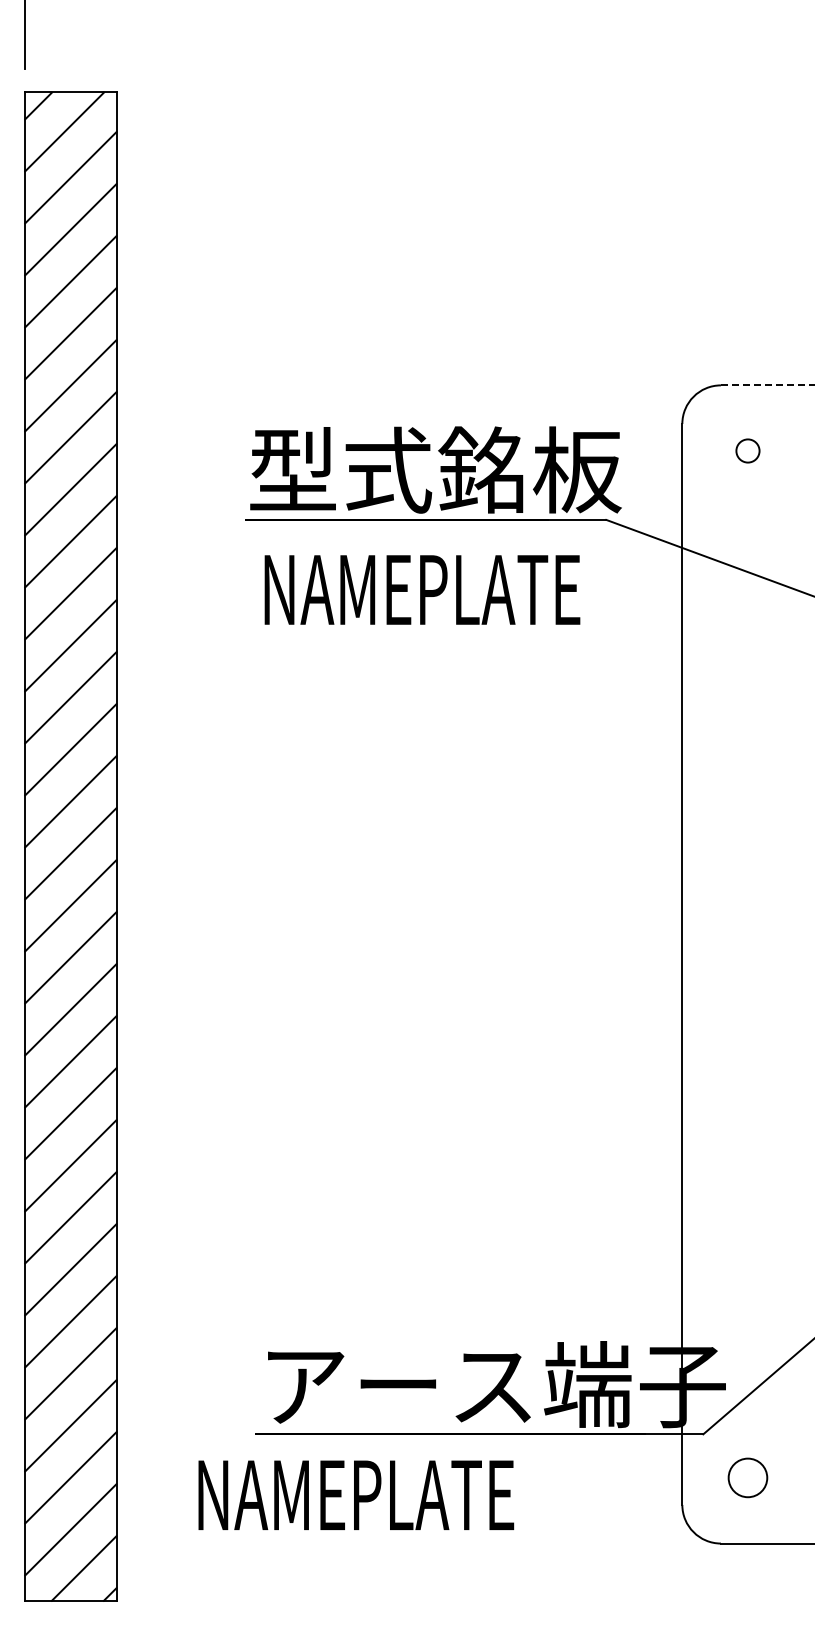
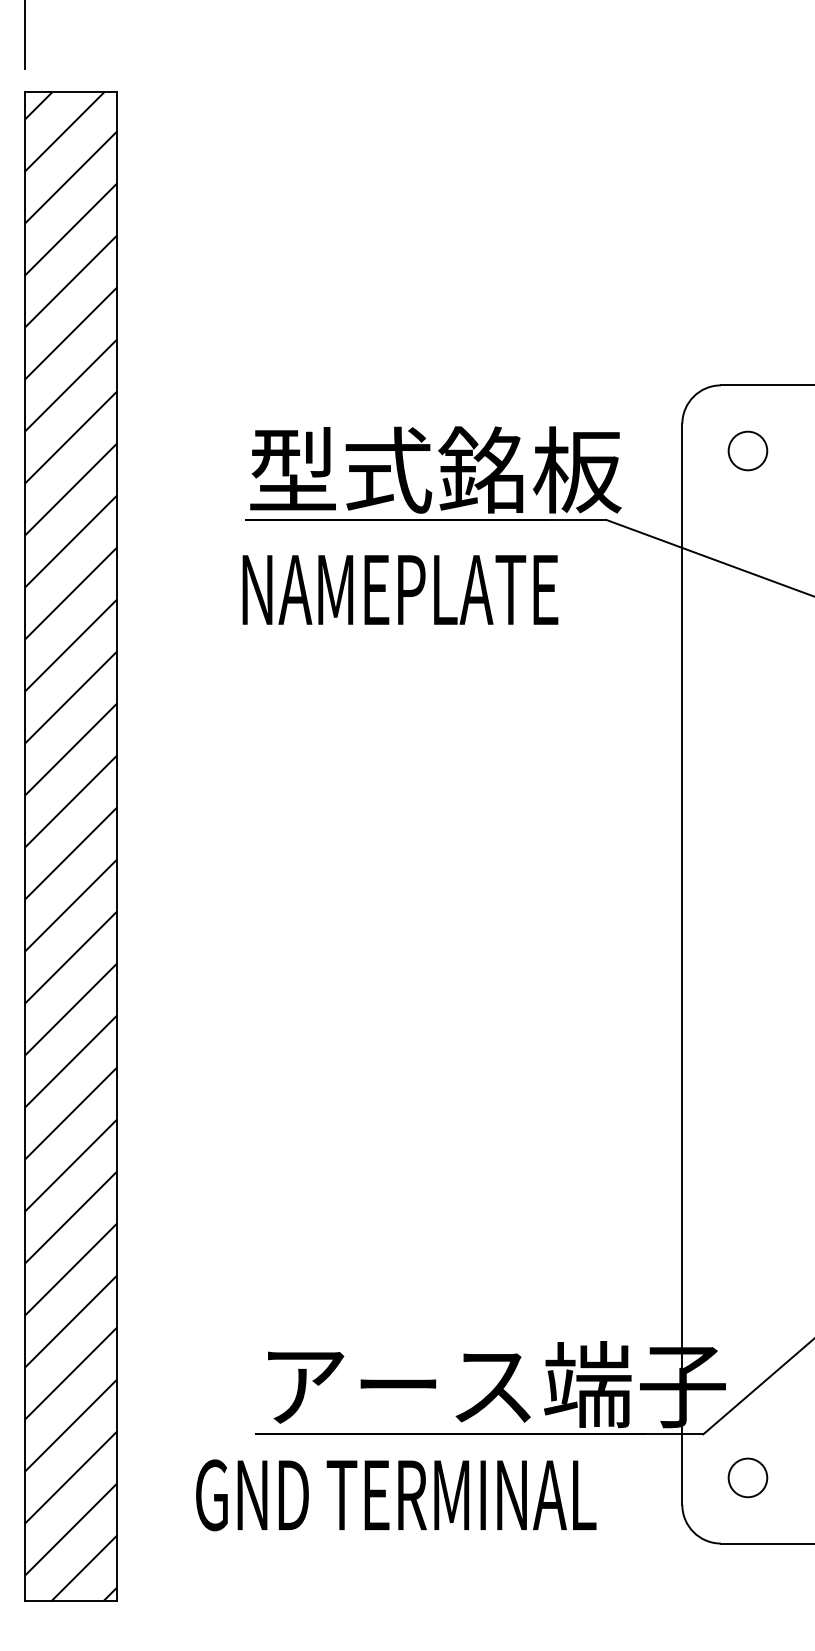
line at (767, 385): dashed -> solid
circle at (747, 450) size: 26x26 px -> 42x42 px
text at (422, 589) position: (422, 589) -> (400, 589)
text at (396, 1495): NAMEPLATE -> GND TERMINAL
